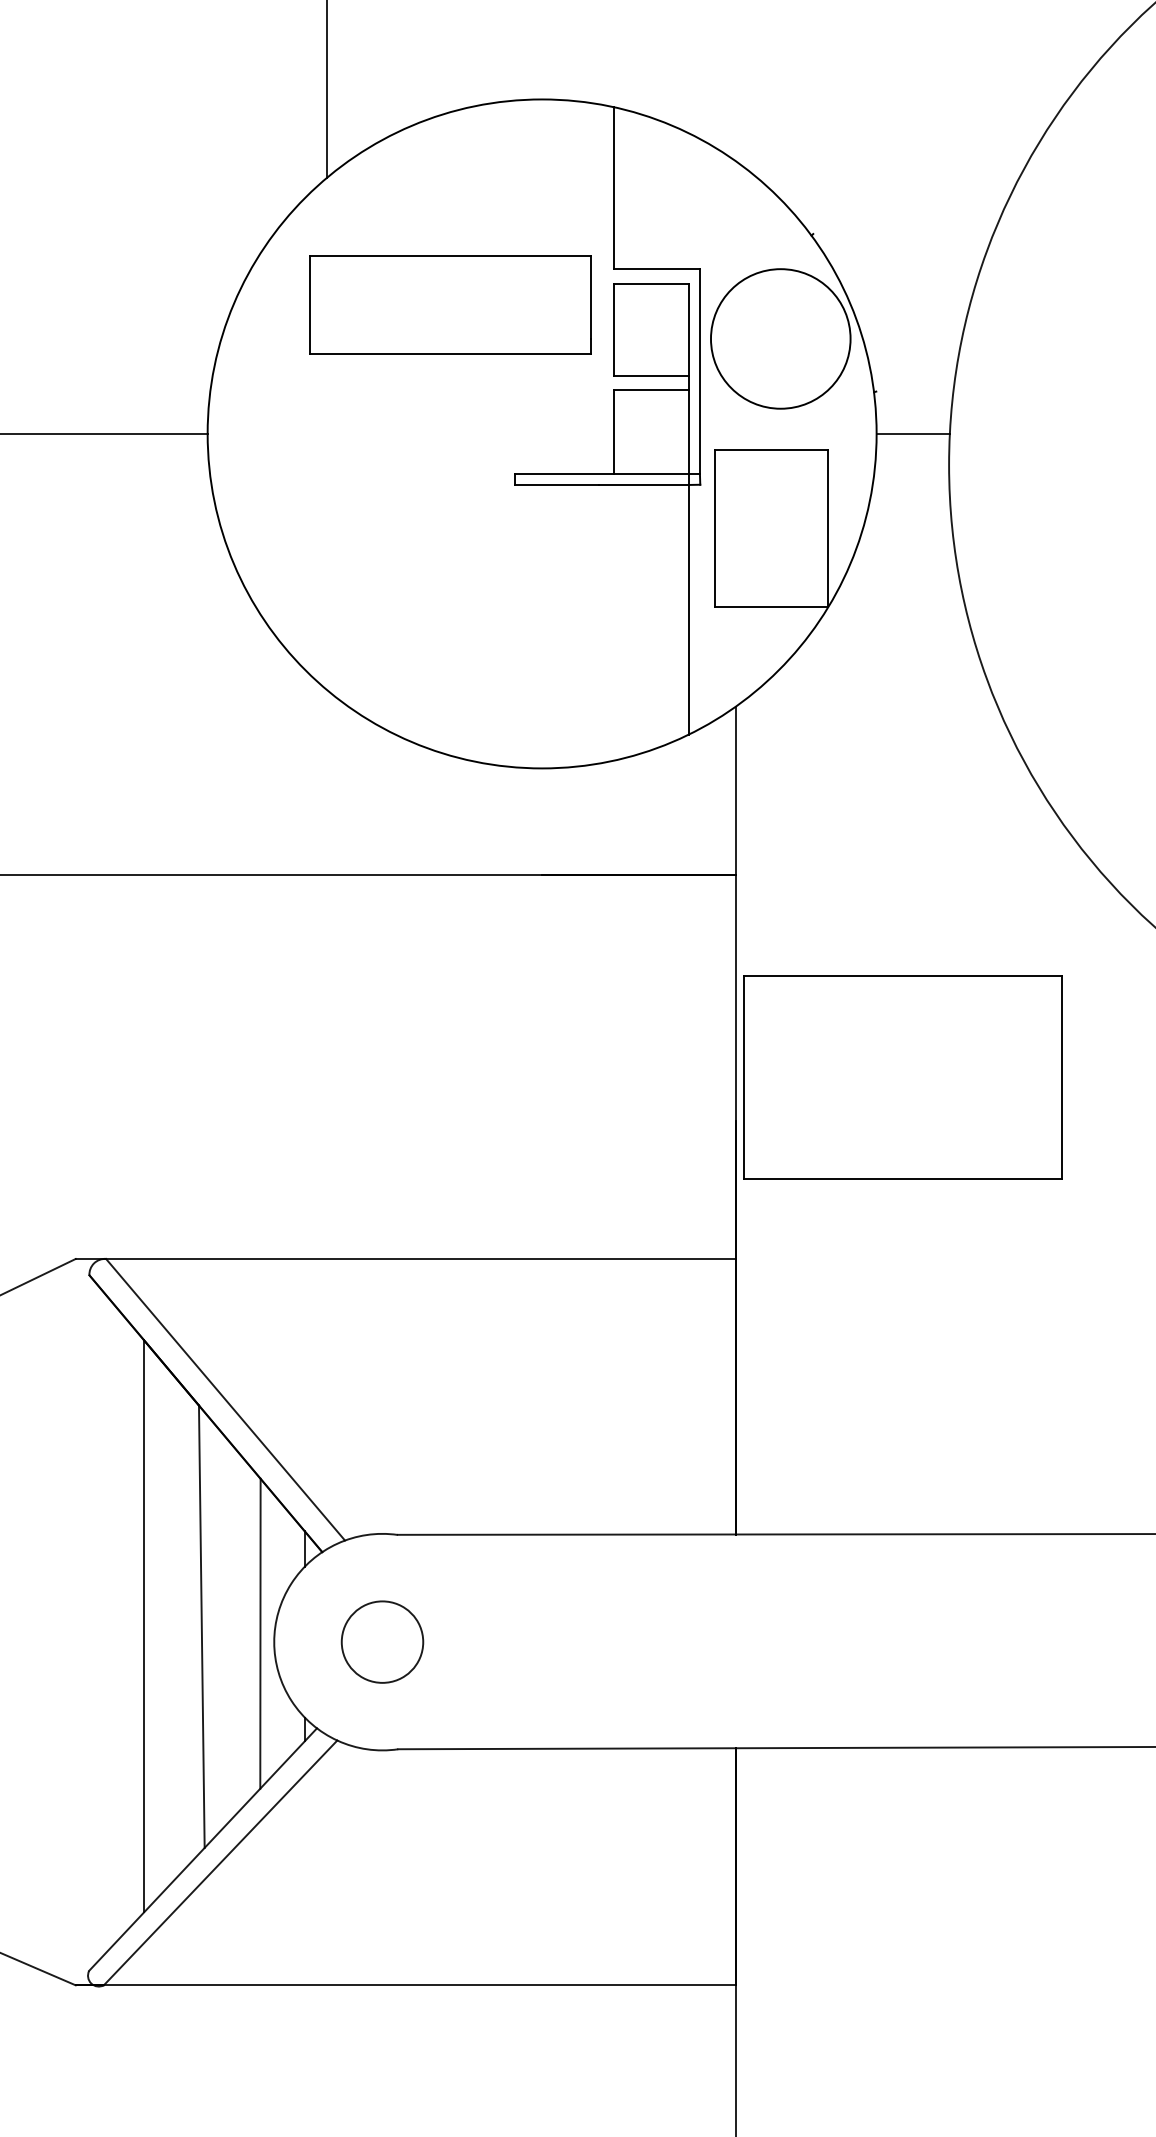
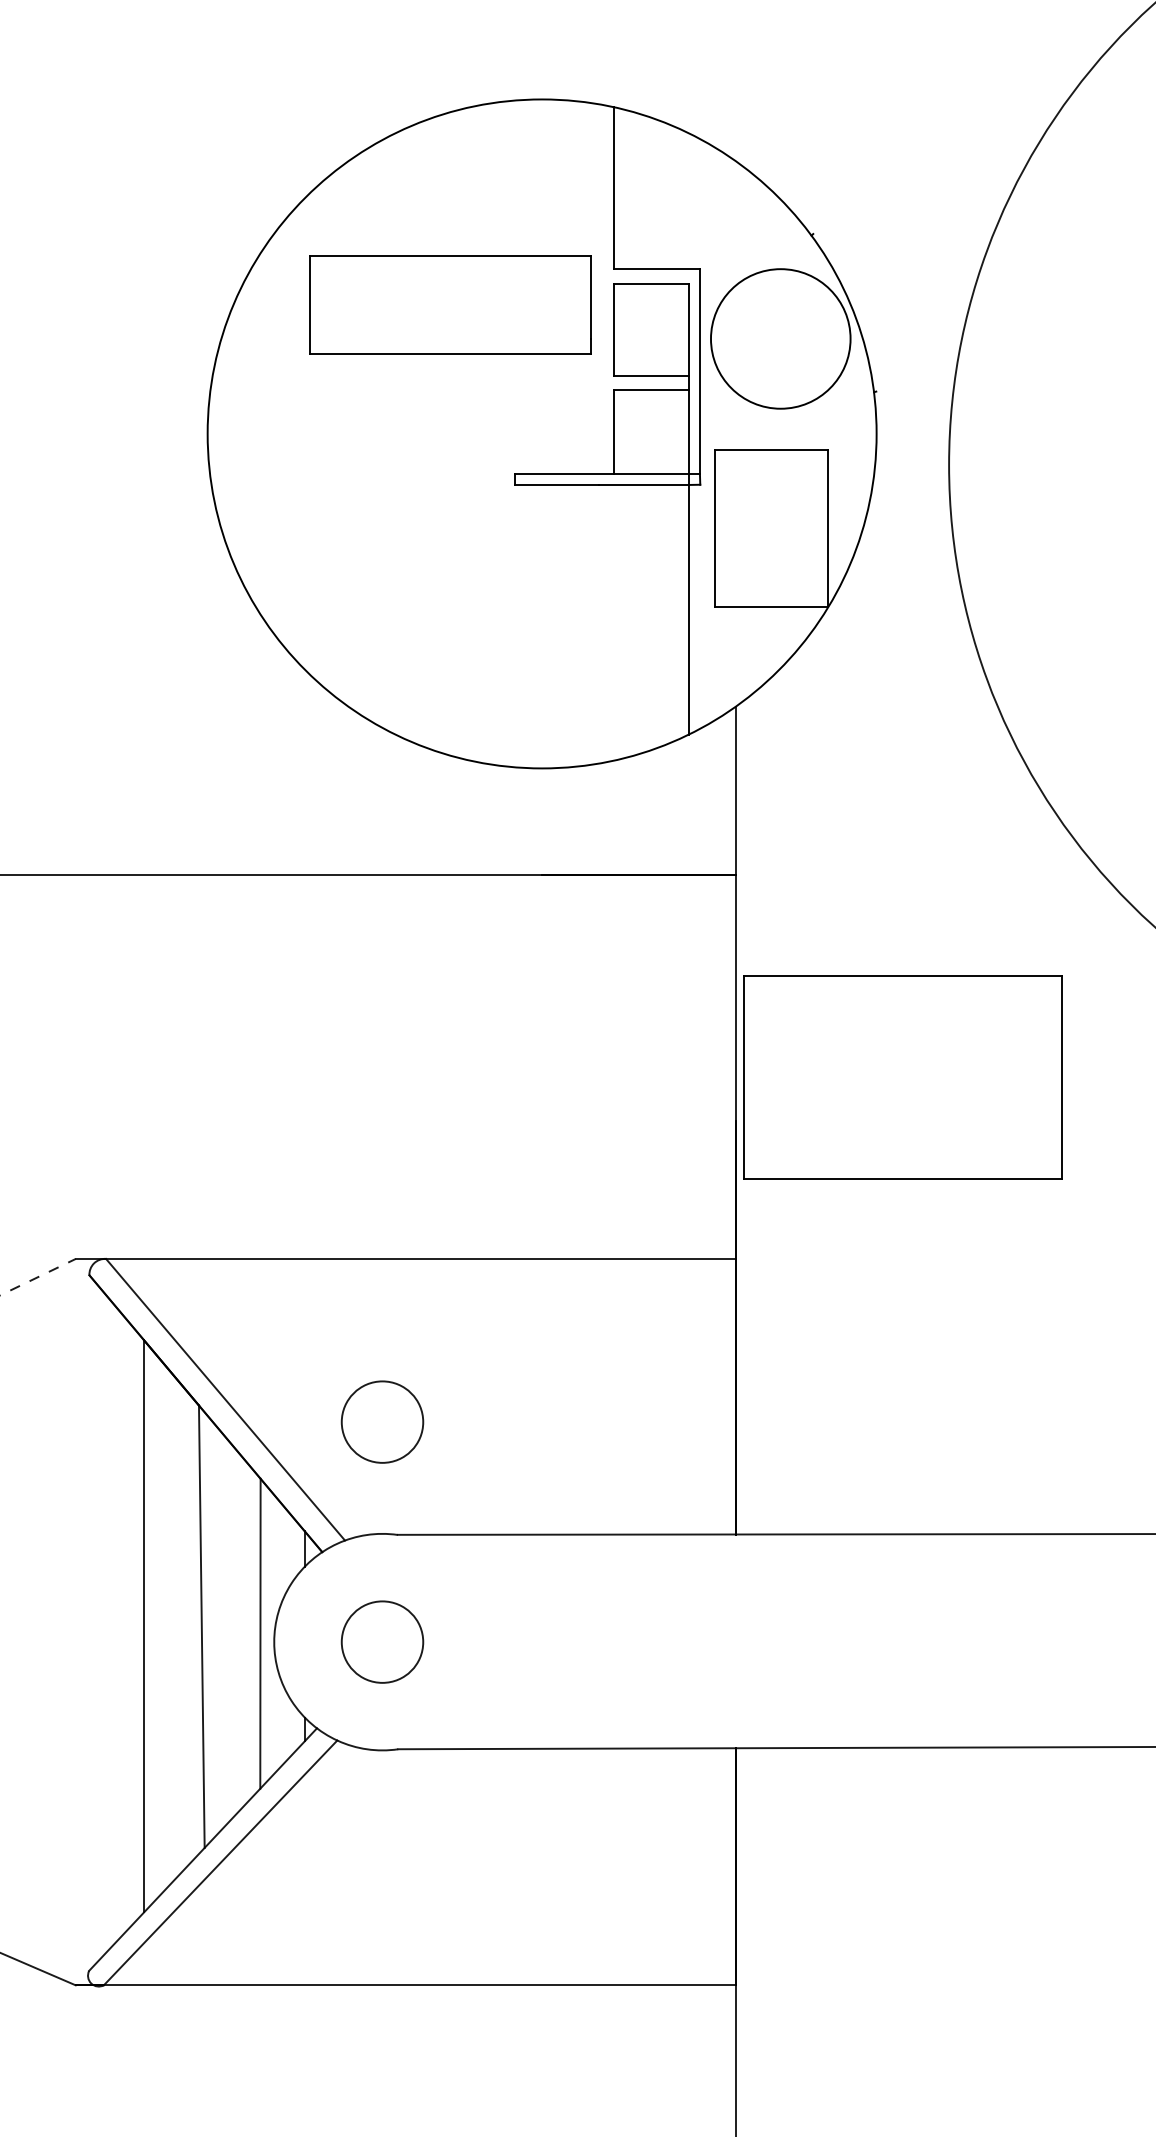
line at (326, 90): present -> none
line at (104, 433): present -> none
line at (912, 433): present -> none
line at (37, 1277): solid -> dashed
circle at (382, 1421): none -> present
